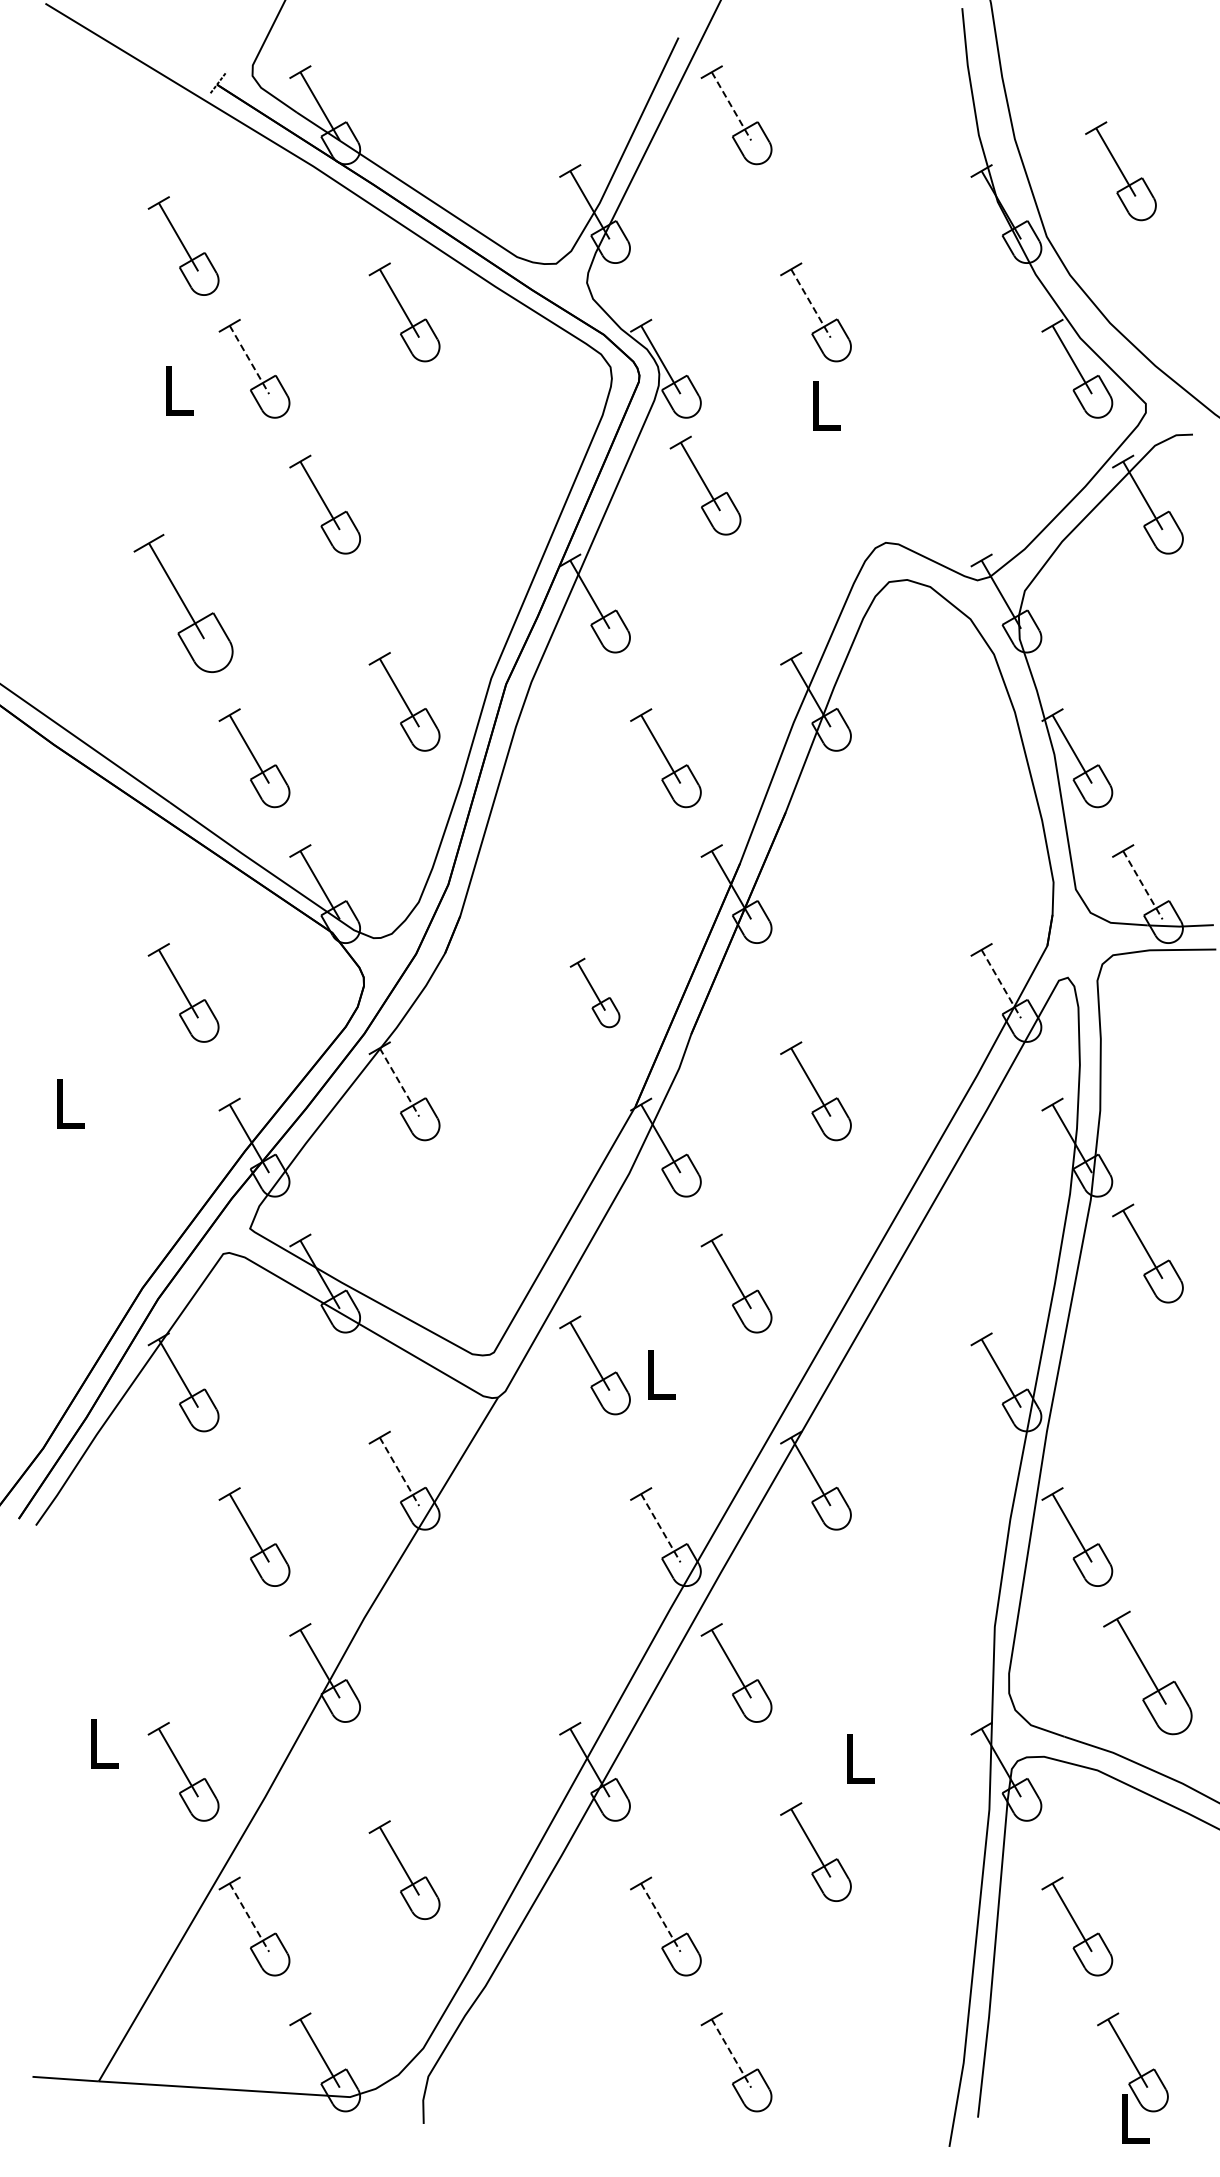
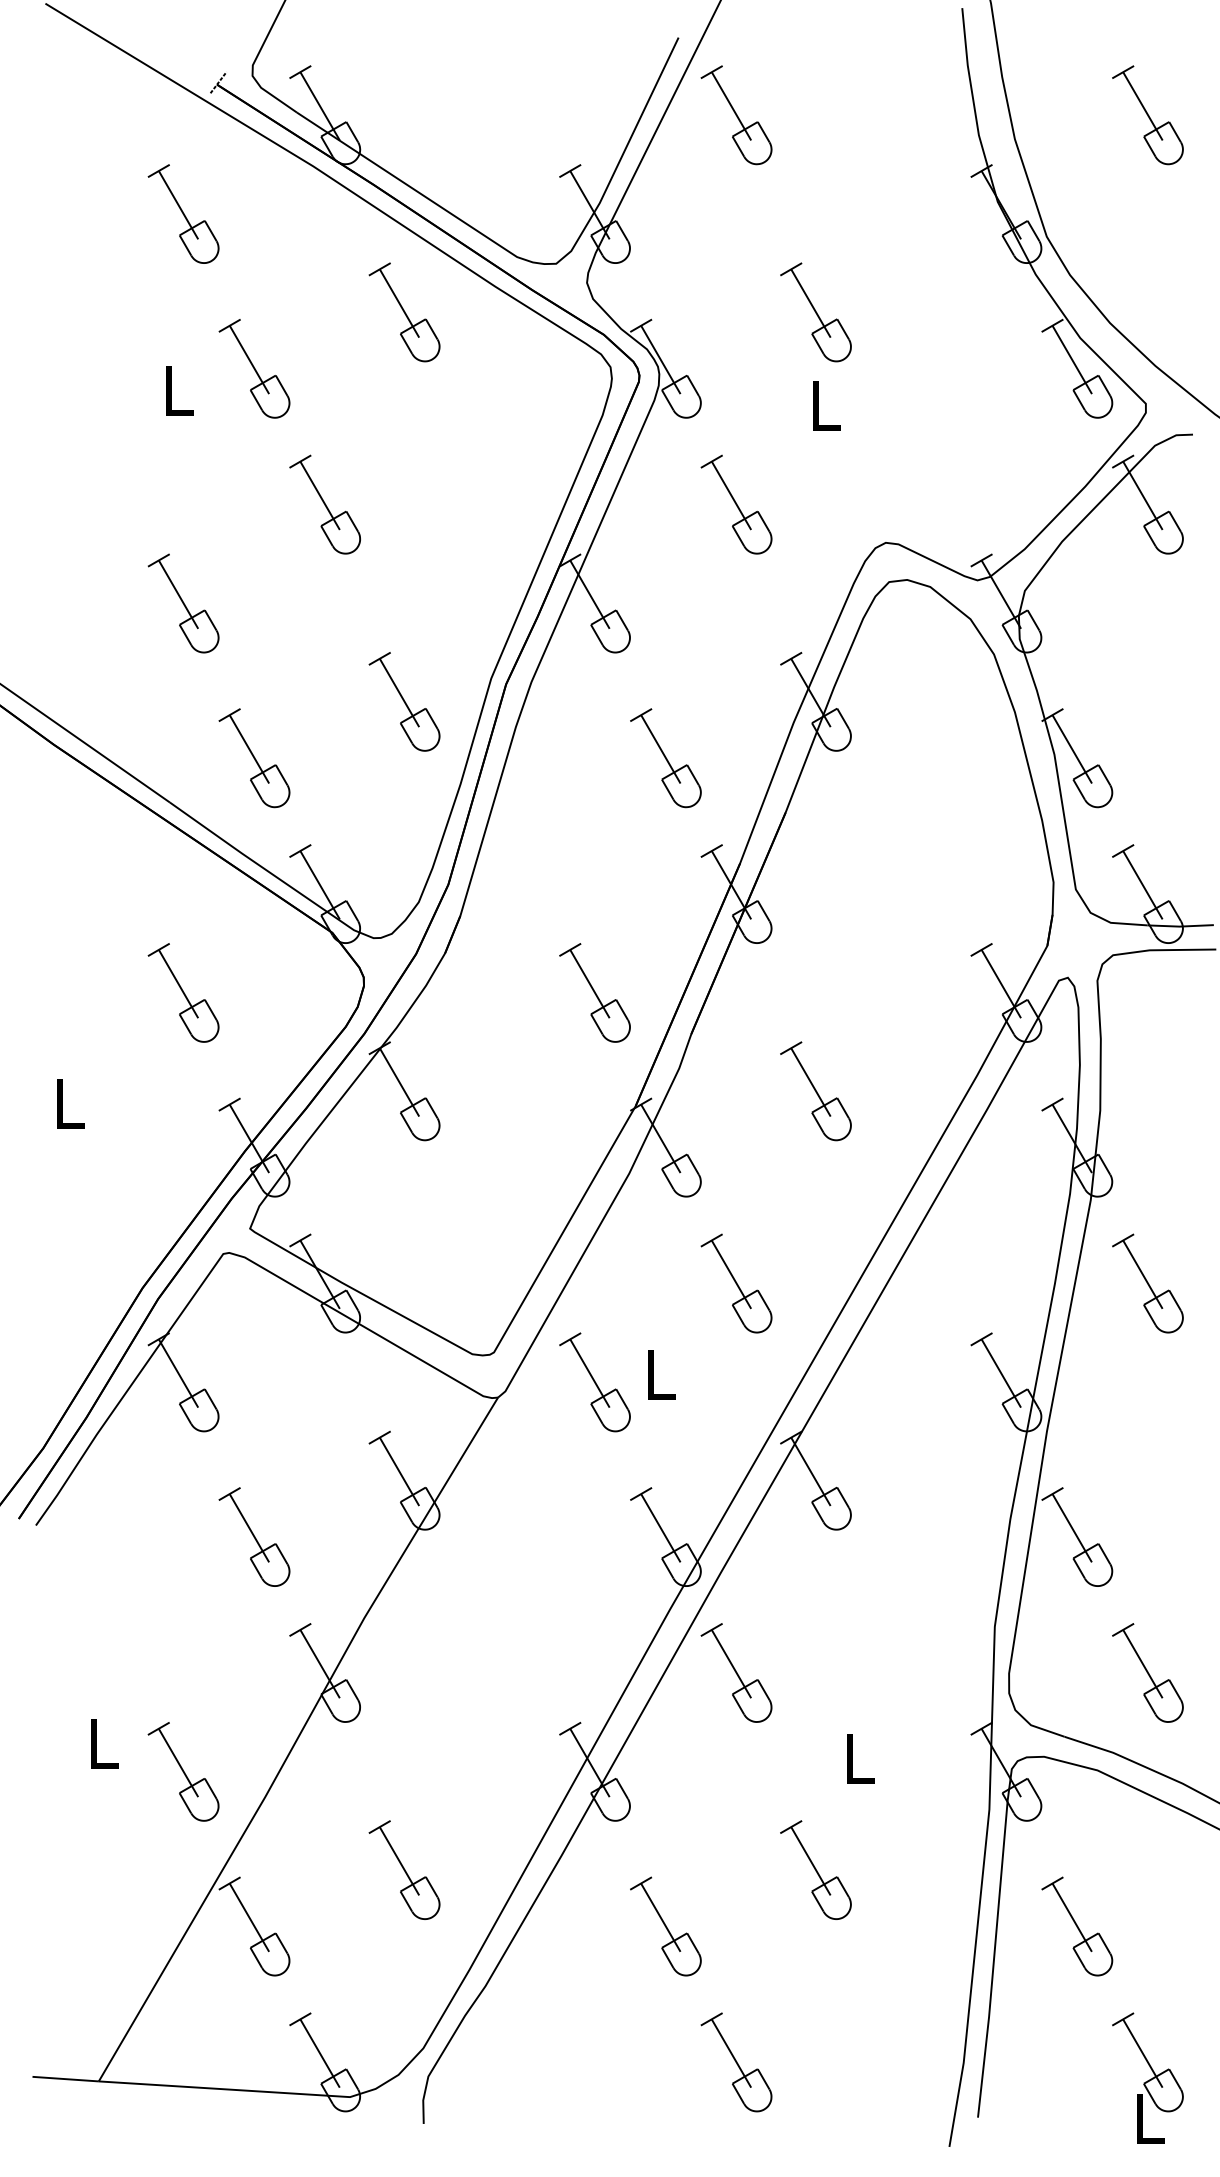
line at (731, 106): dashed -> solid
part at (1120, 171) position: (1120, 171) -> (1147, 115)
part at (183, 245) position: (183, 245) -> (183, 213)
line at (811, 303): dashed -> solid
line at (249, 360): dashed -> solid
part at (705, 485) position: (705, 485) -> (736, 504)
part at (183, 603) size: 101x139 px -> 73x101 px
line at (1143, 885): dashed -> solid
line at (1001, 984): dashed -> solid
part at (594, 992) size: 52x72 px -> 72x100 px
line at (399, 1082): dashed -> solid
part at (1147, 1253) position: (1147, 1253) -> (1147, 1283)
part at (594, 1365) position: (594, 1365) -> (594, 1382)
line at (399, 1472): dashed -> solid
line at (661, 1528): dashed -> solid
part at (1147, 1672) size: 90x126 px -> 72x100 px
part at (815, 1851) position: (815, 1851) -> (815, 1869)
line at (249, 1918): dashed -> solid
line at (661, 1918): dashed -> solid
line at (731, 2053): dashed -> solid
part at (1132, 2077) position: (1132, 2077) -> (1147, 2077)
